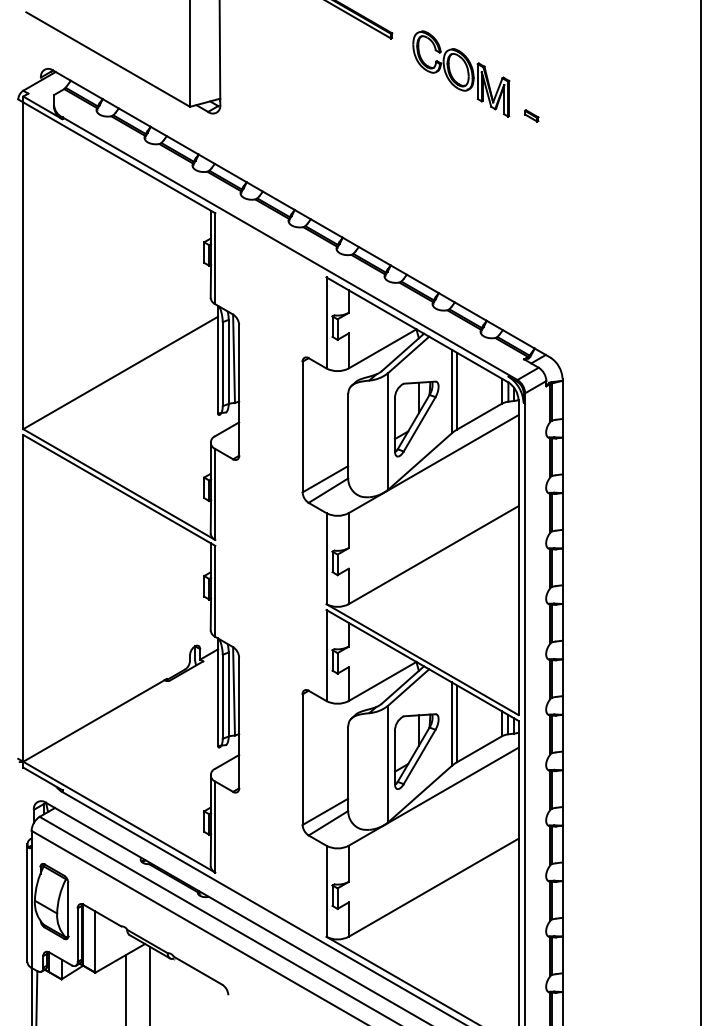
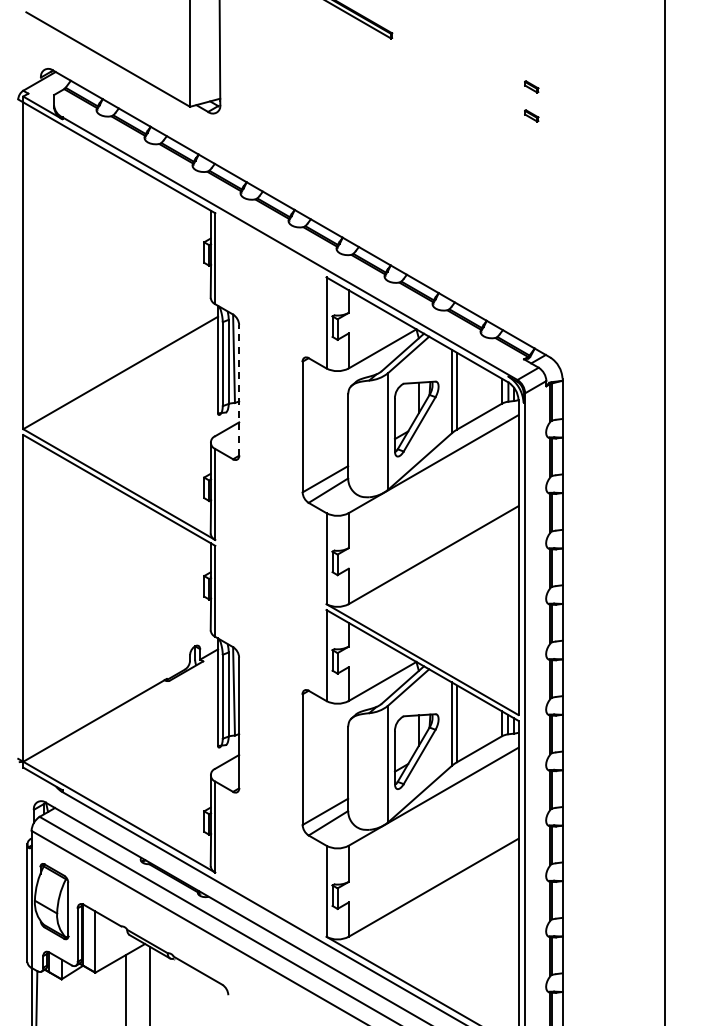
part at (461, 73): present -> none
part at (531, 86): none -> present
line at (239, 389): solid -> dashed
line at (701, 512) position: (701, 512) -> (665, 512)
